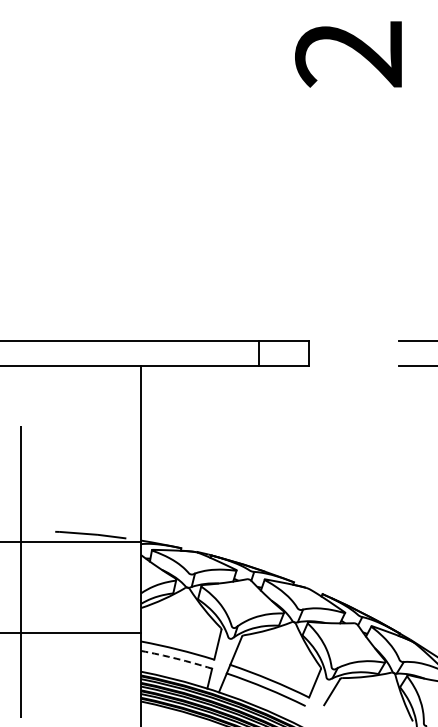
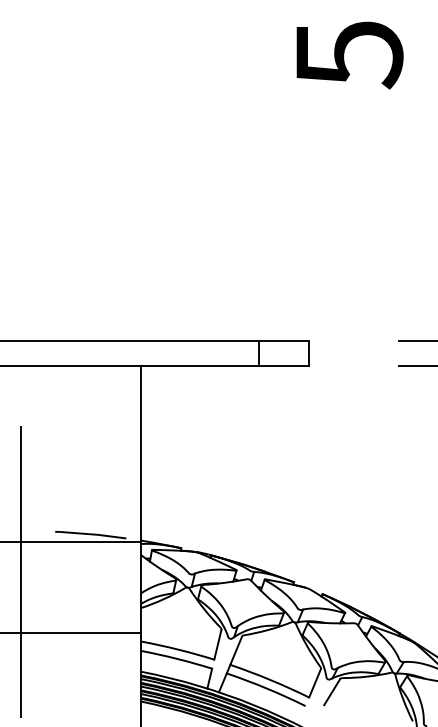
text at (349, 55): 2 -> 5
arc at (176, 658): dashed -> solid
